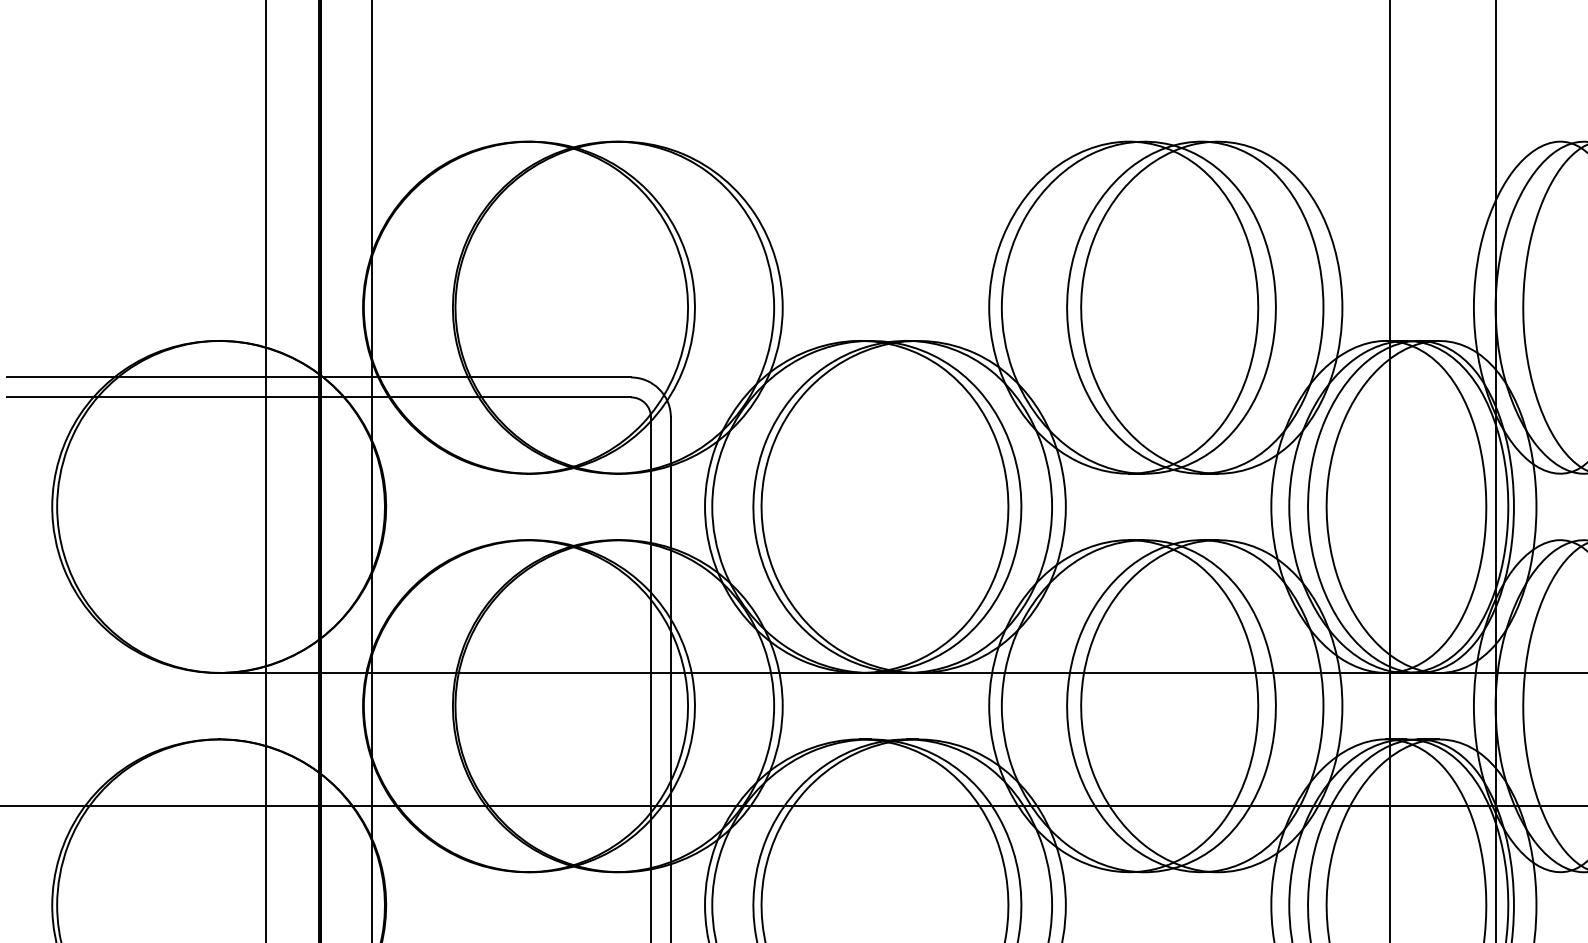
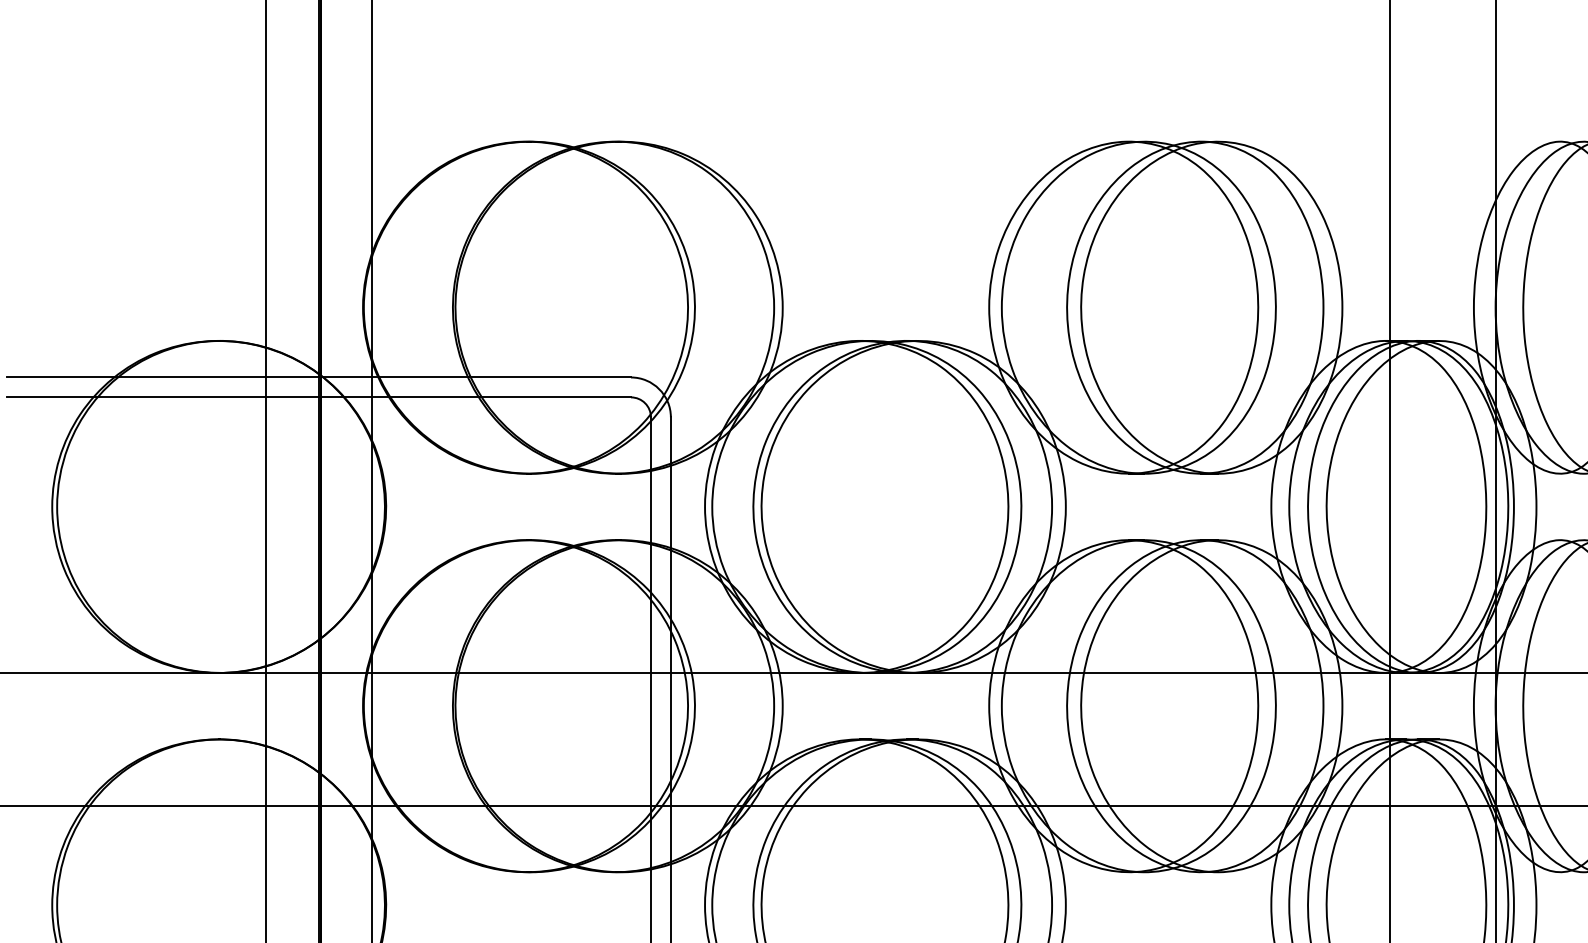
line at (110, 673): none -> present
